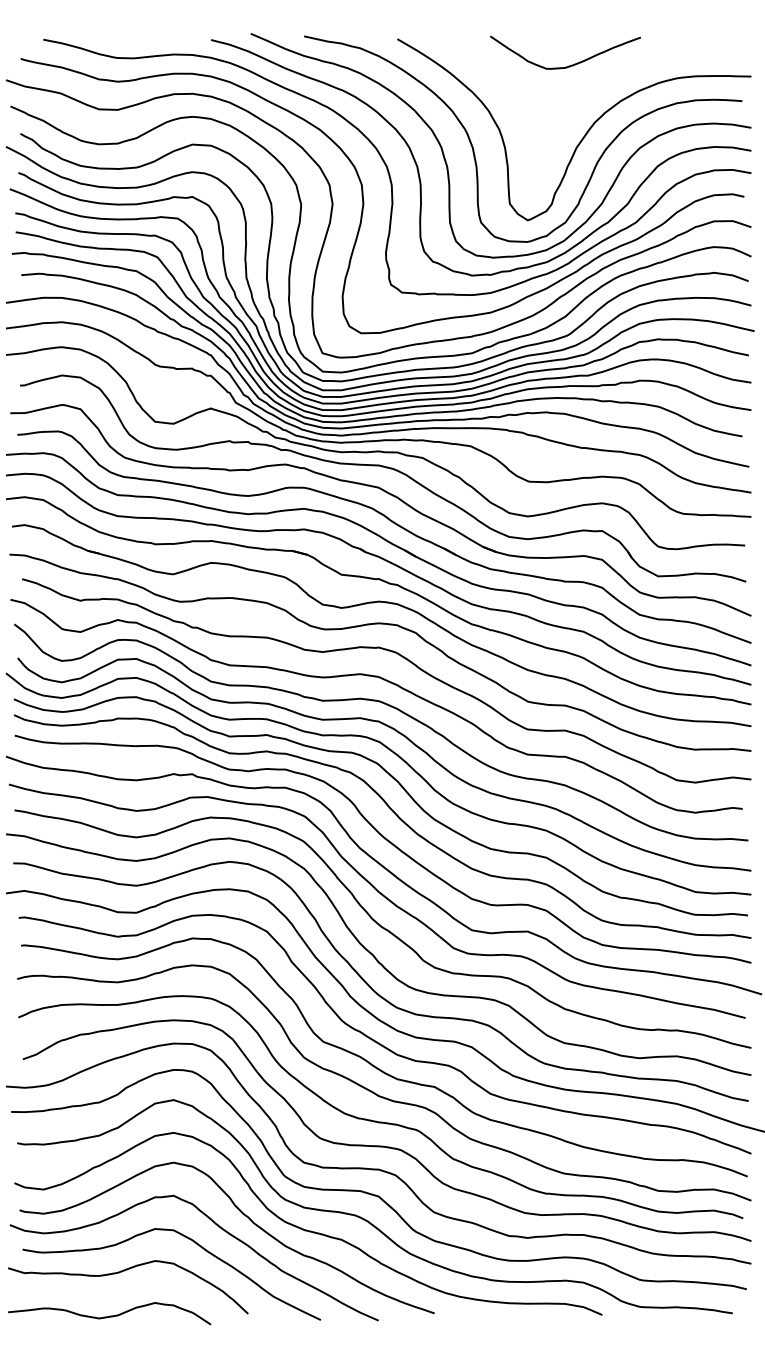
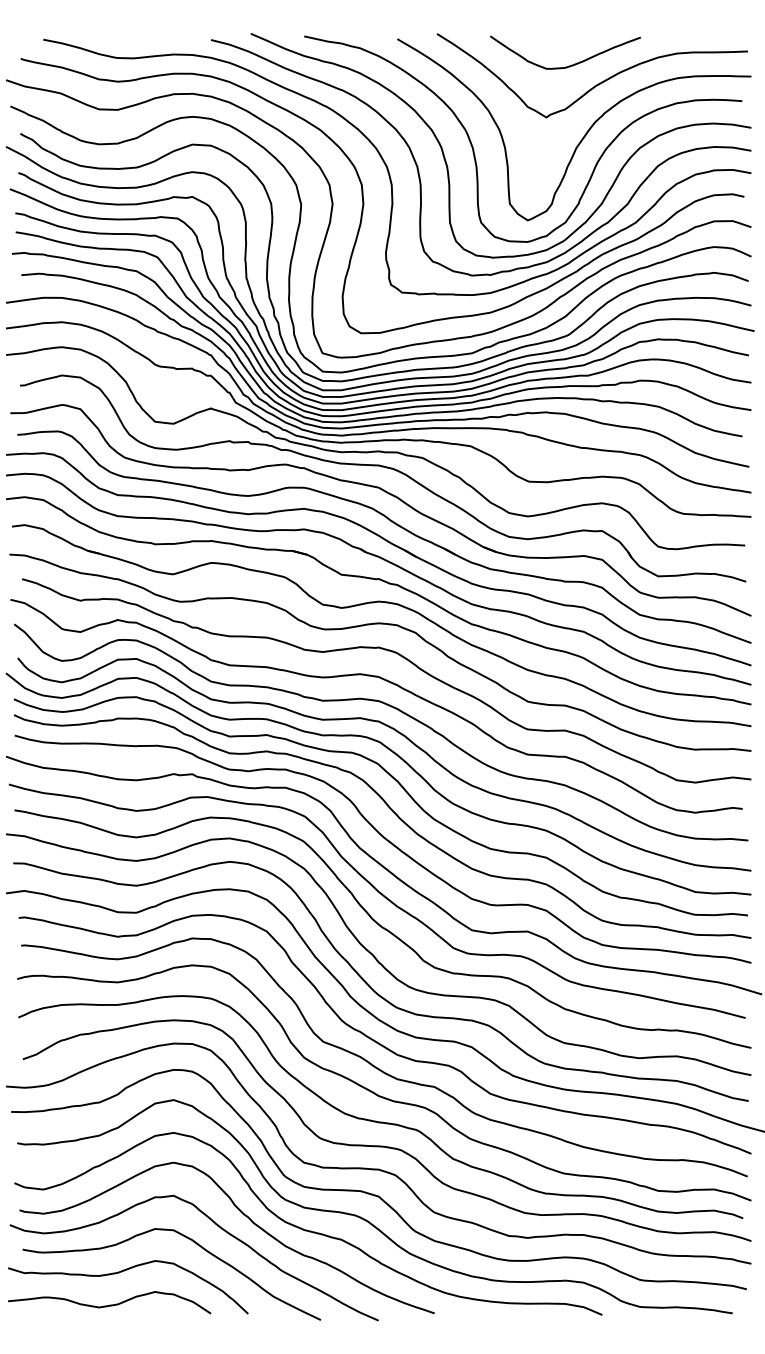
curve at (596, 84): none -> present
curve at (109, 1315) position: (109, 1315) -> (109, 1304)
